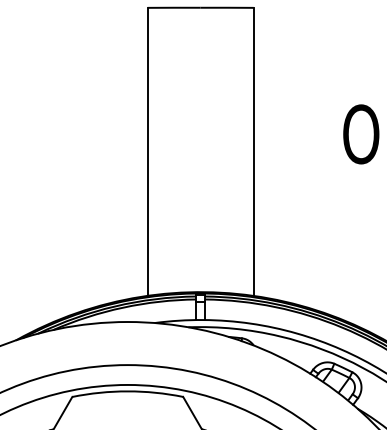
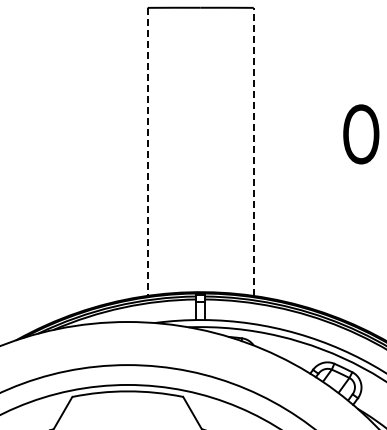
line at (253, 151): solid -> dashed
line at (147, 152): solid -> dashed
